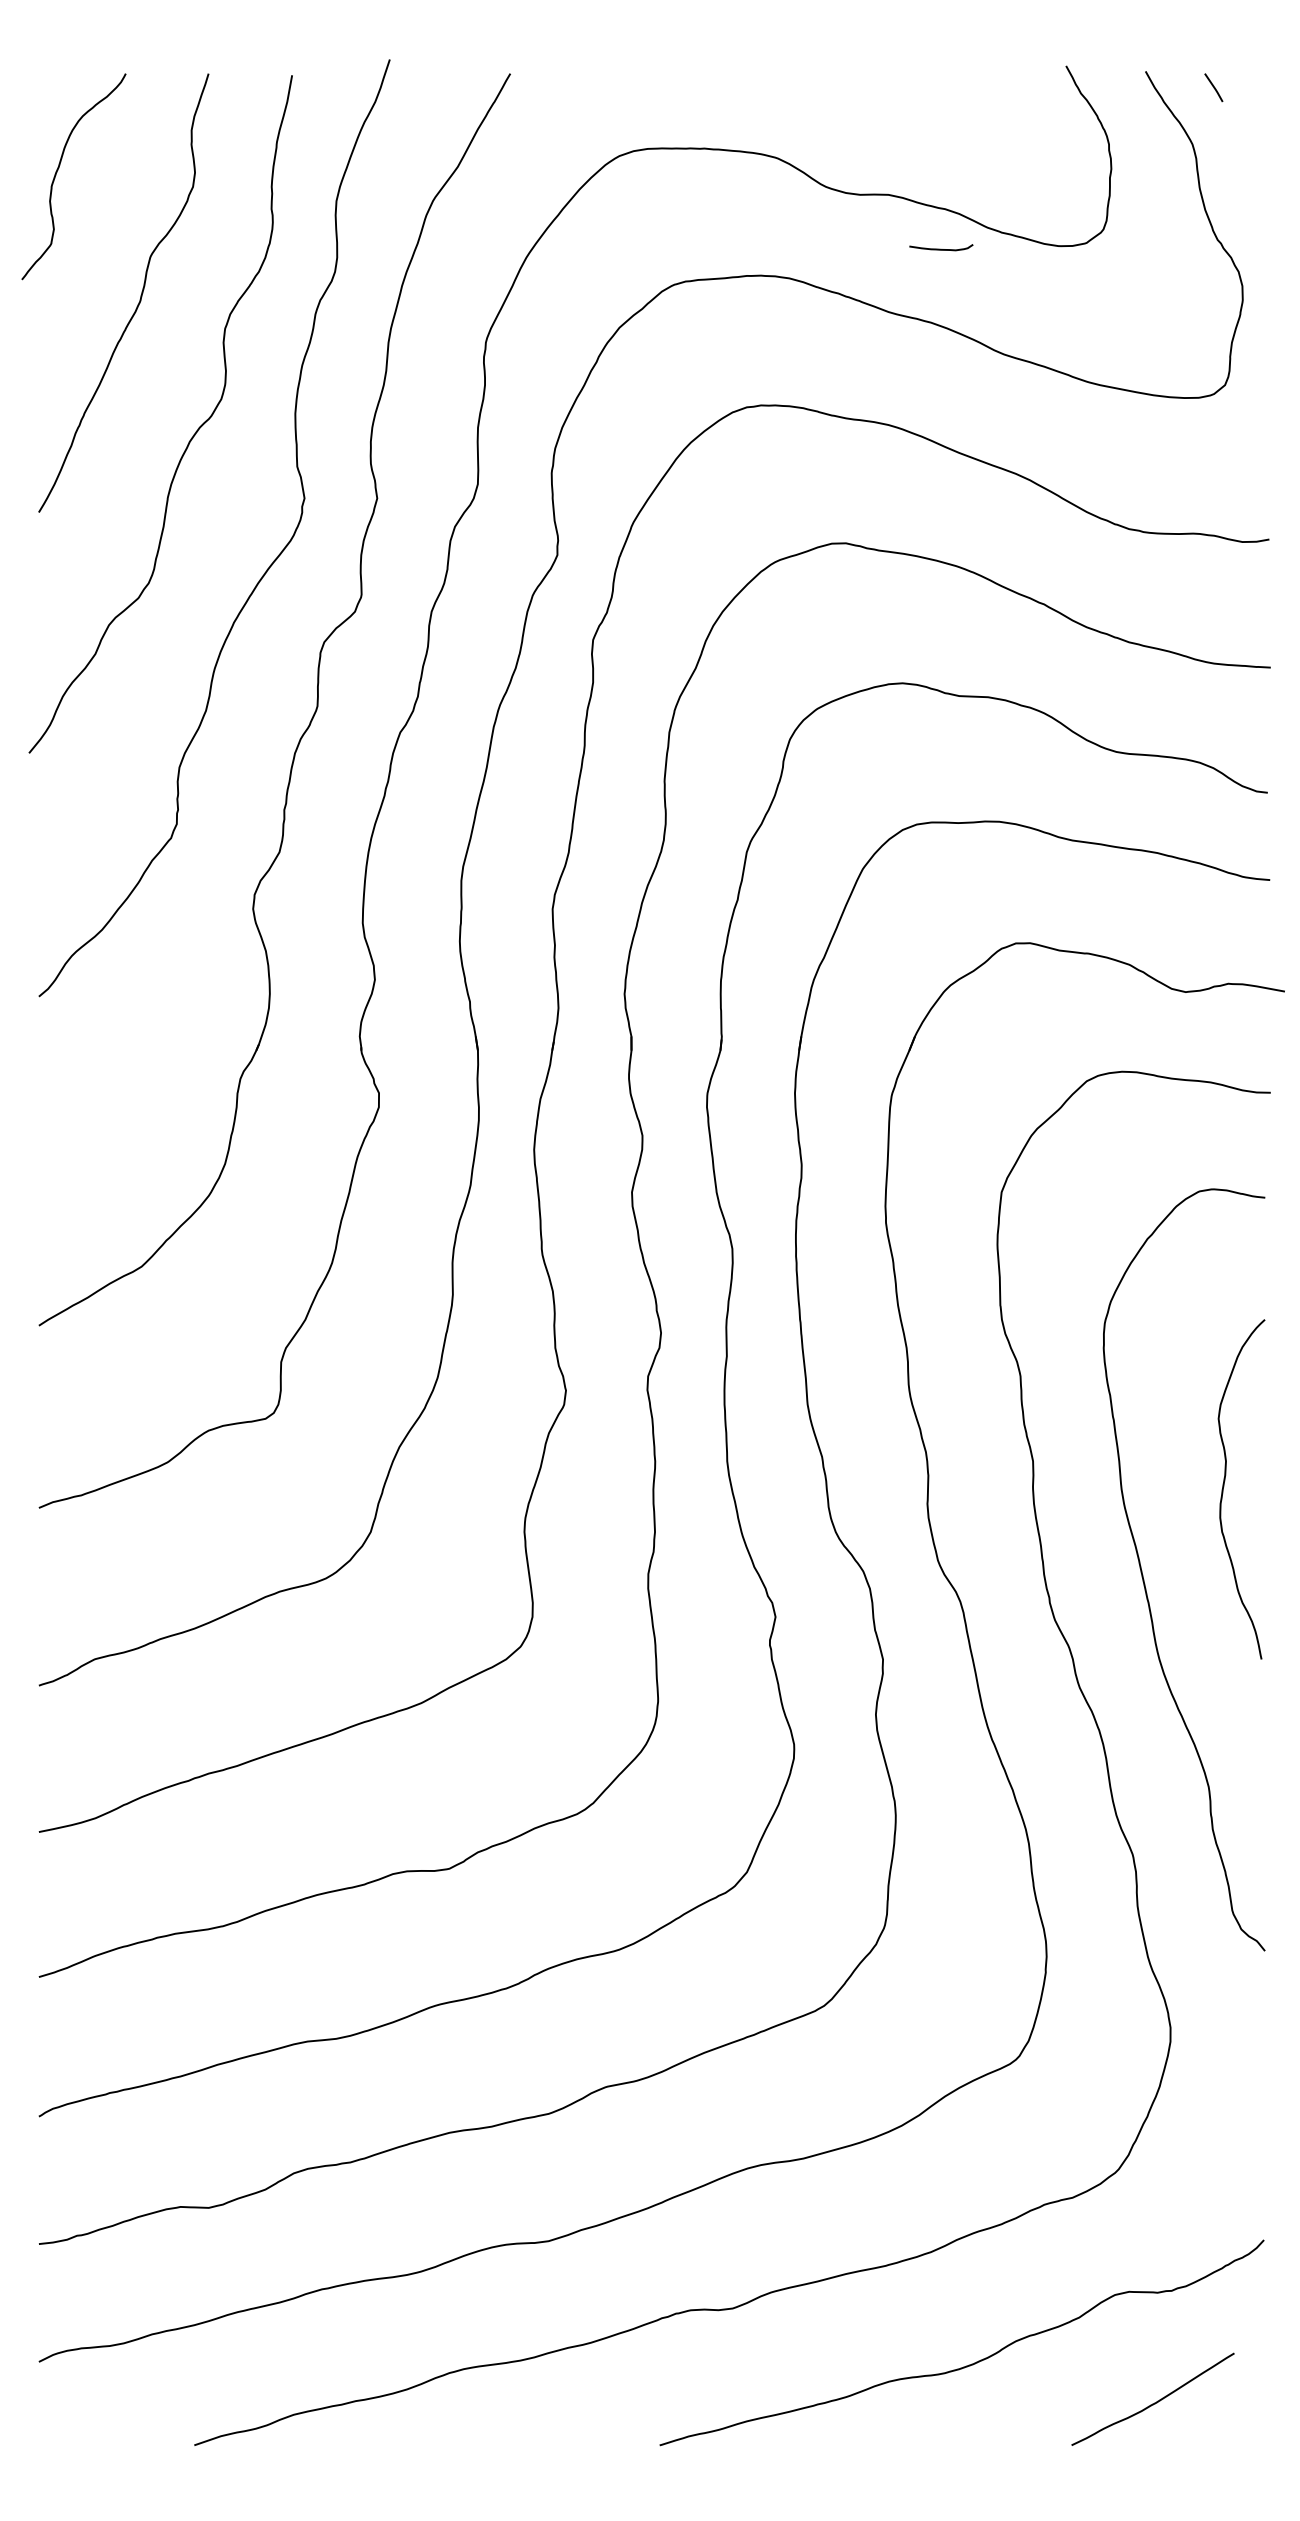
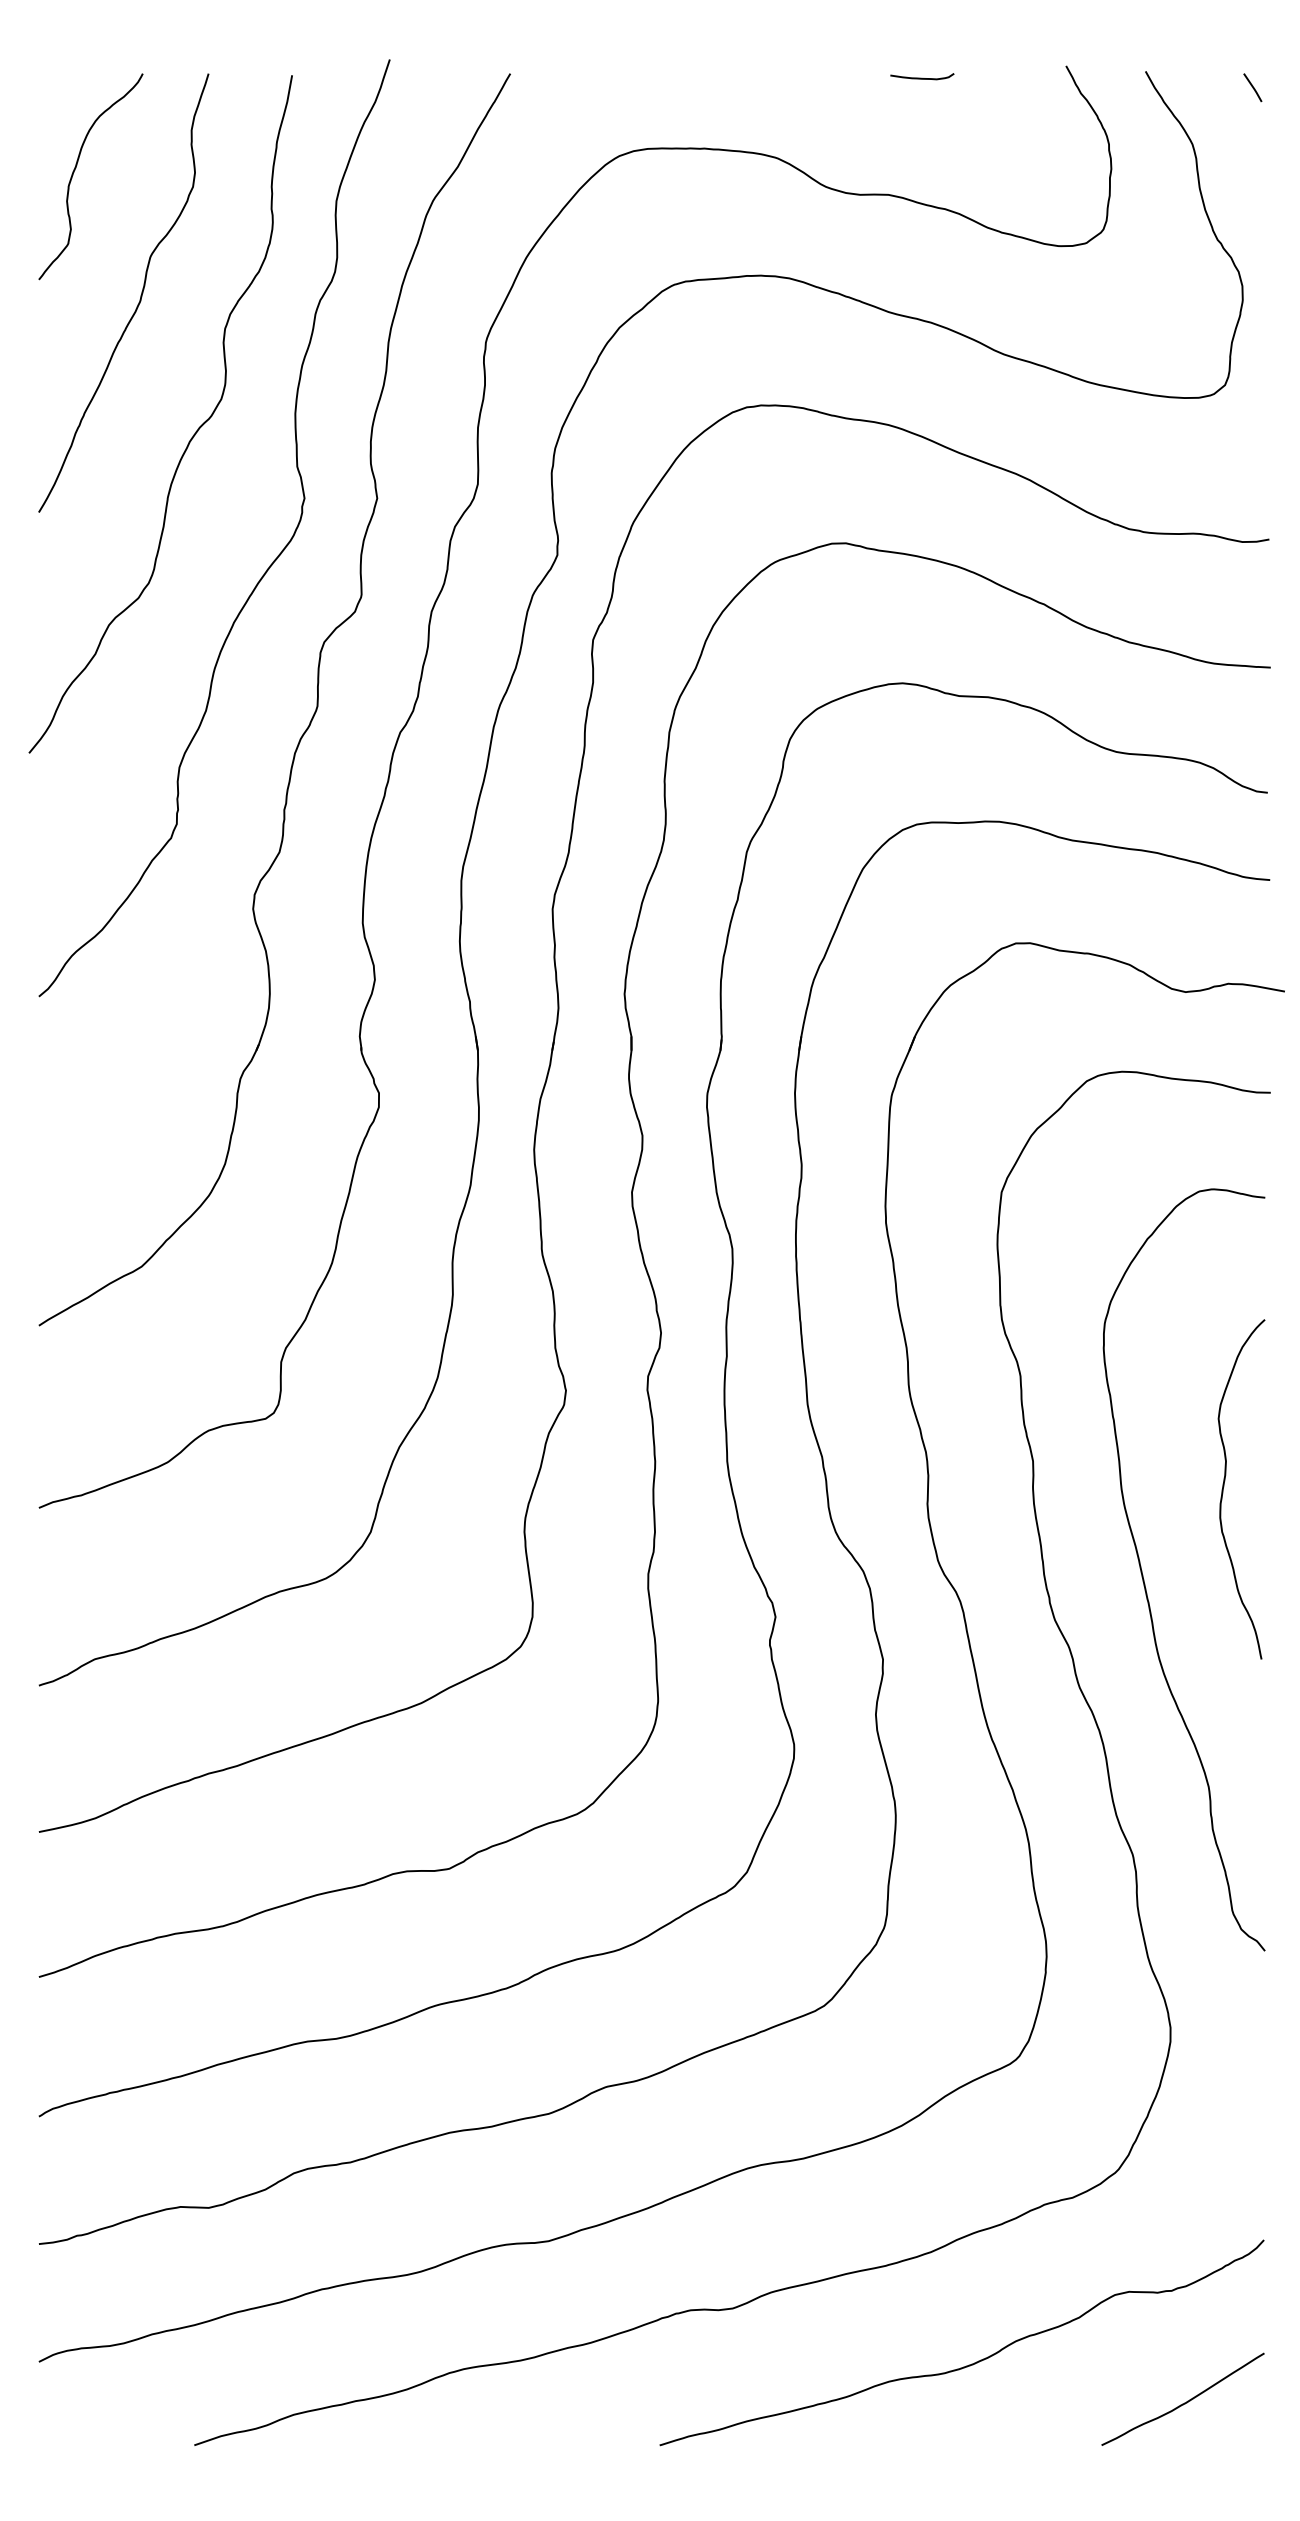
line at (1213, 87) position: (1213, 87) -> (1252, 87)
curve at (59, 168) position: (59, 168) -> (76, 168)
curve at (941, 248) position: (941, 248) -> (922, 77)
curve at (1154, 2402) position: (1154, 2402) -> (1184, 2402)
